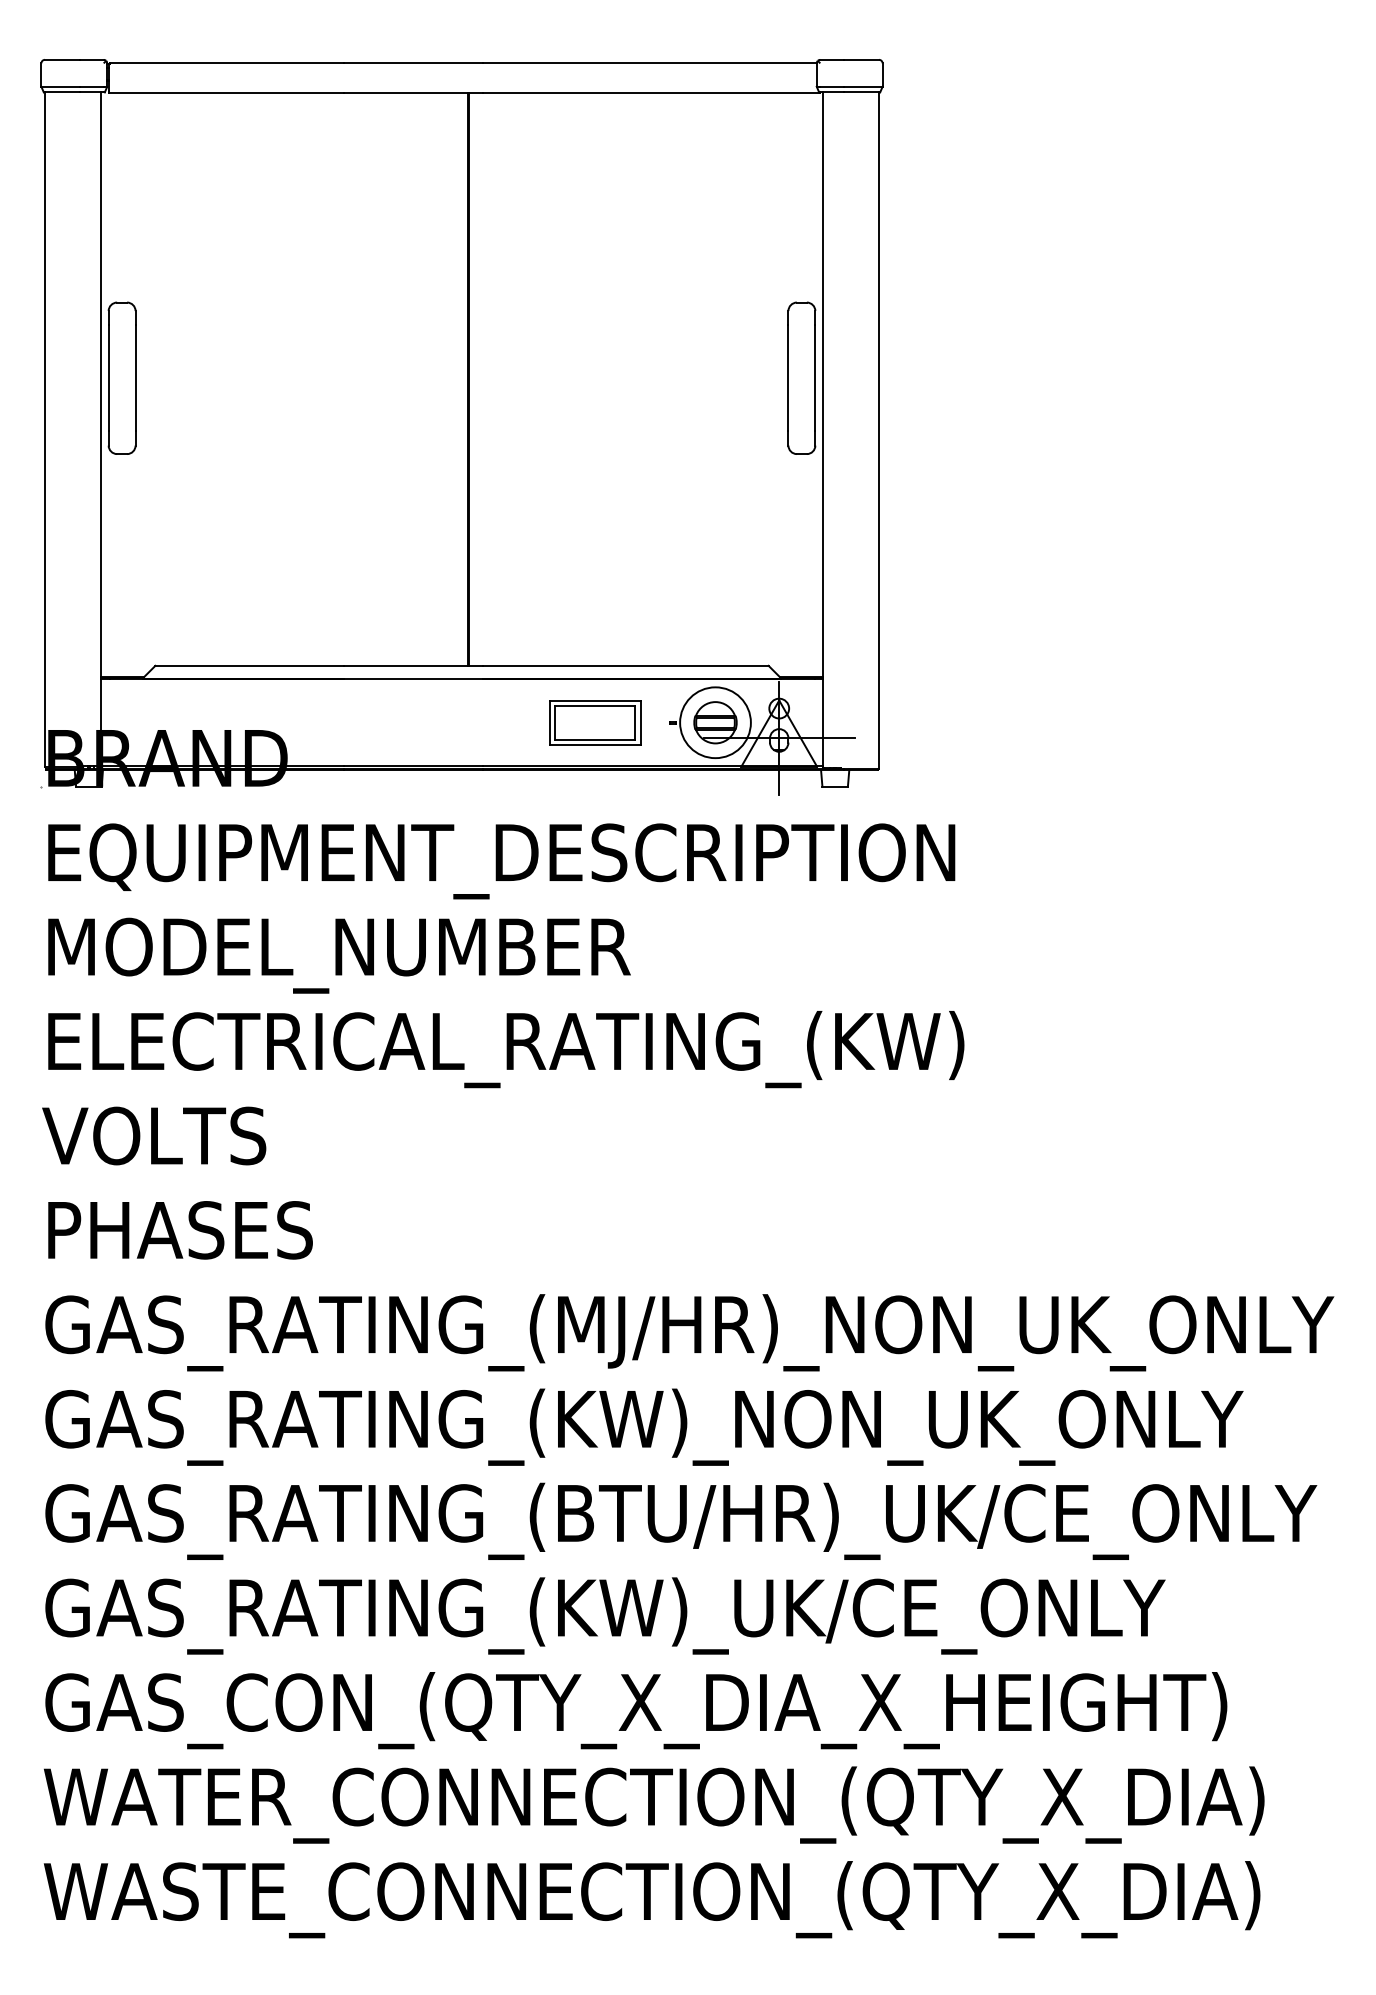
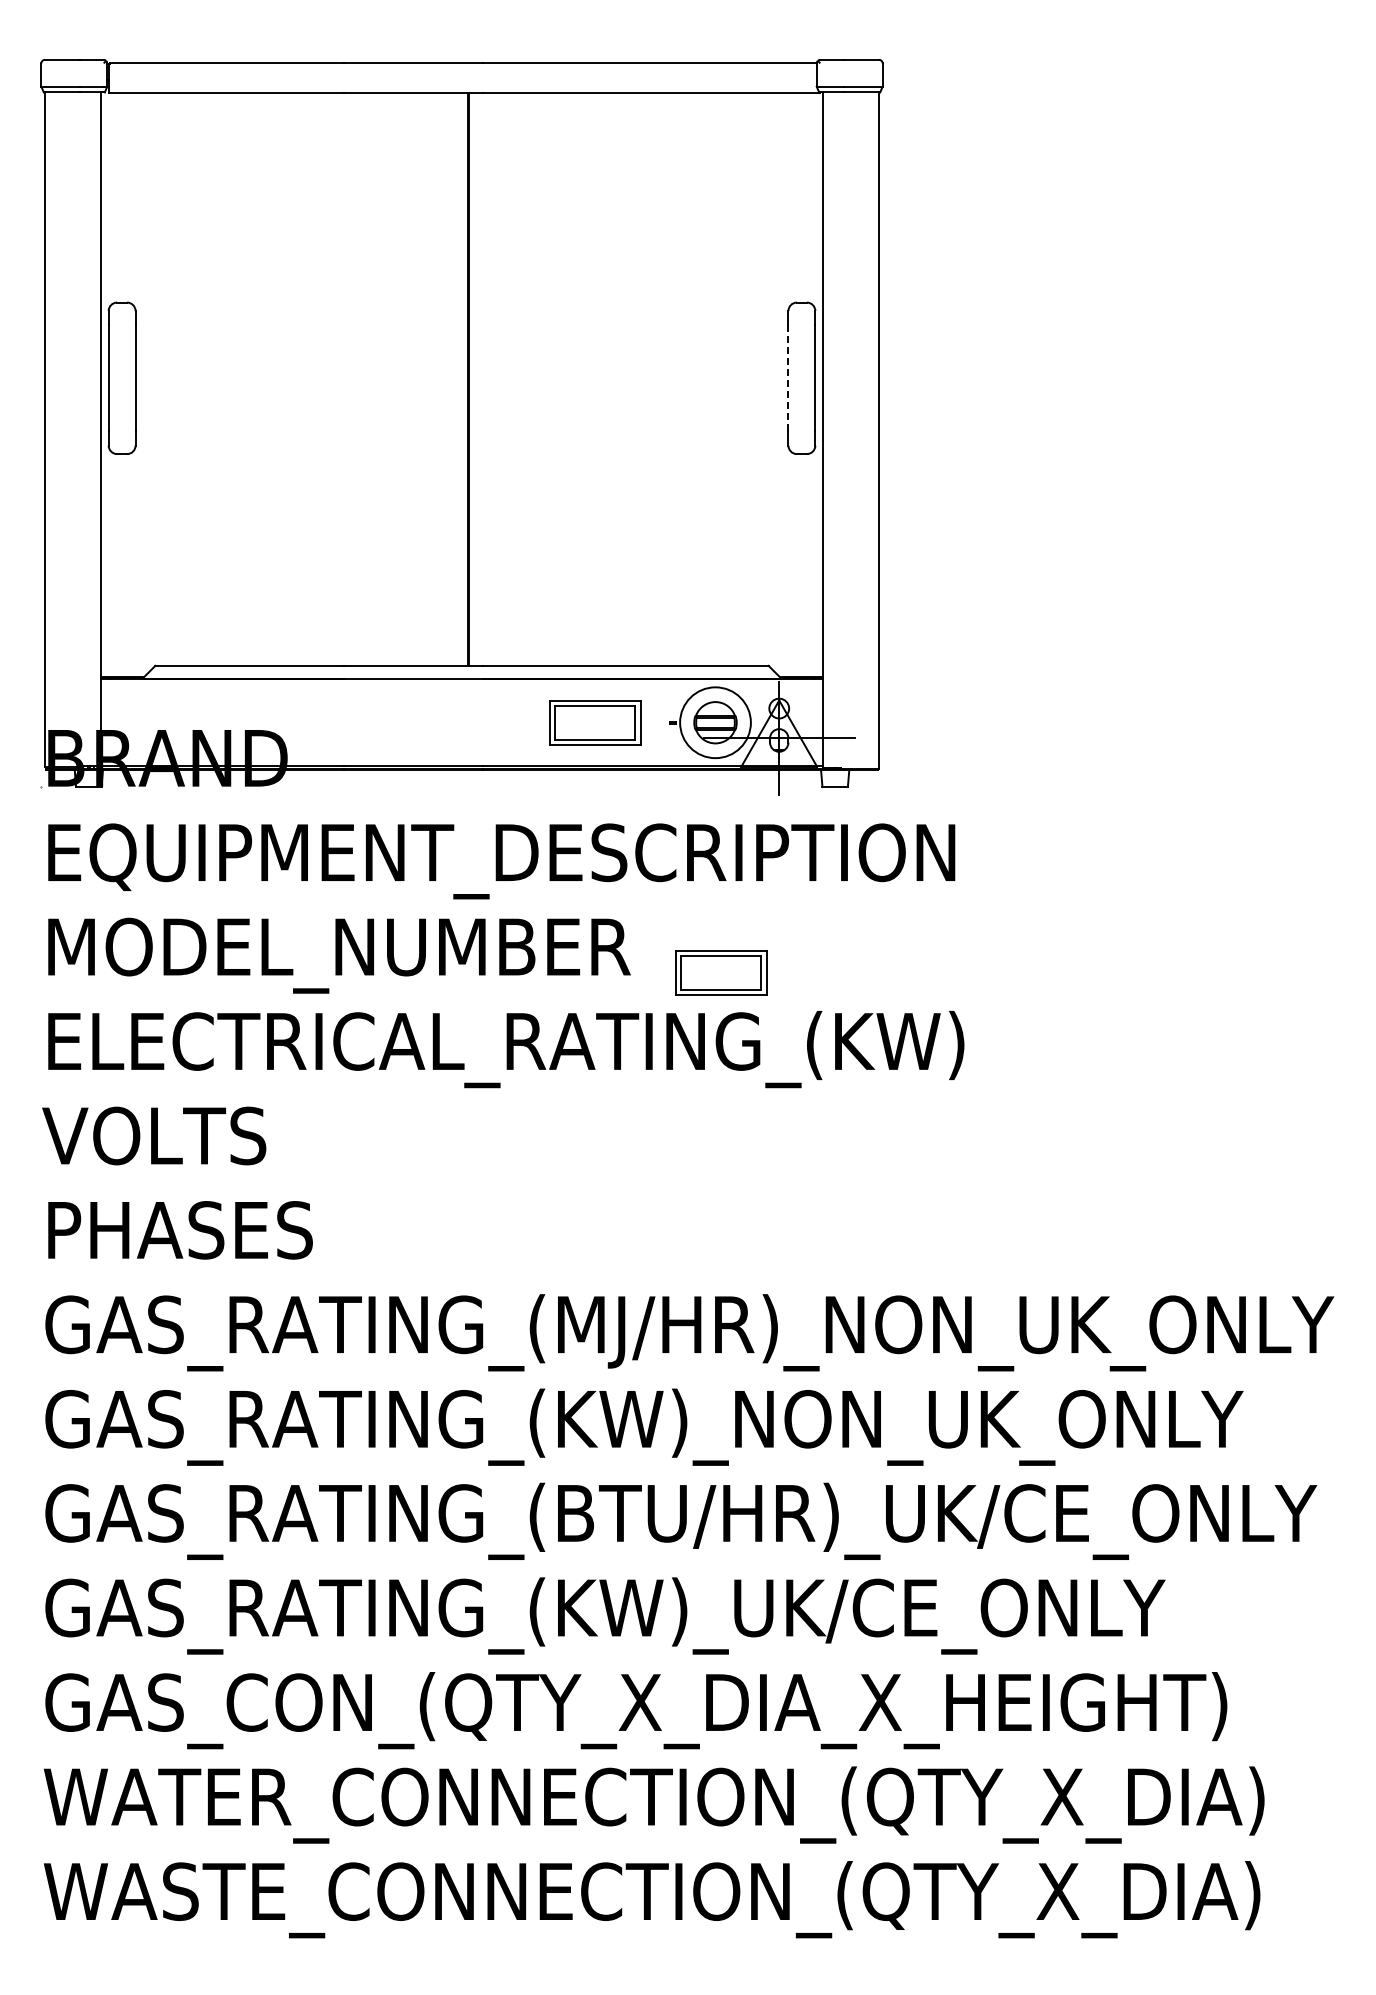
line at (788, 378): solid -> dashed
part at (721, 972): none -> present
